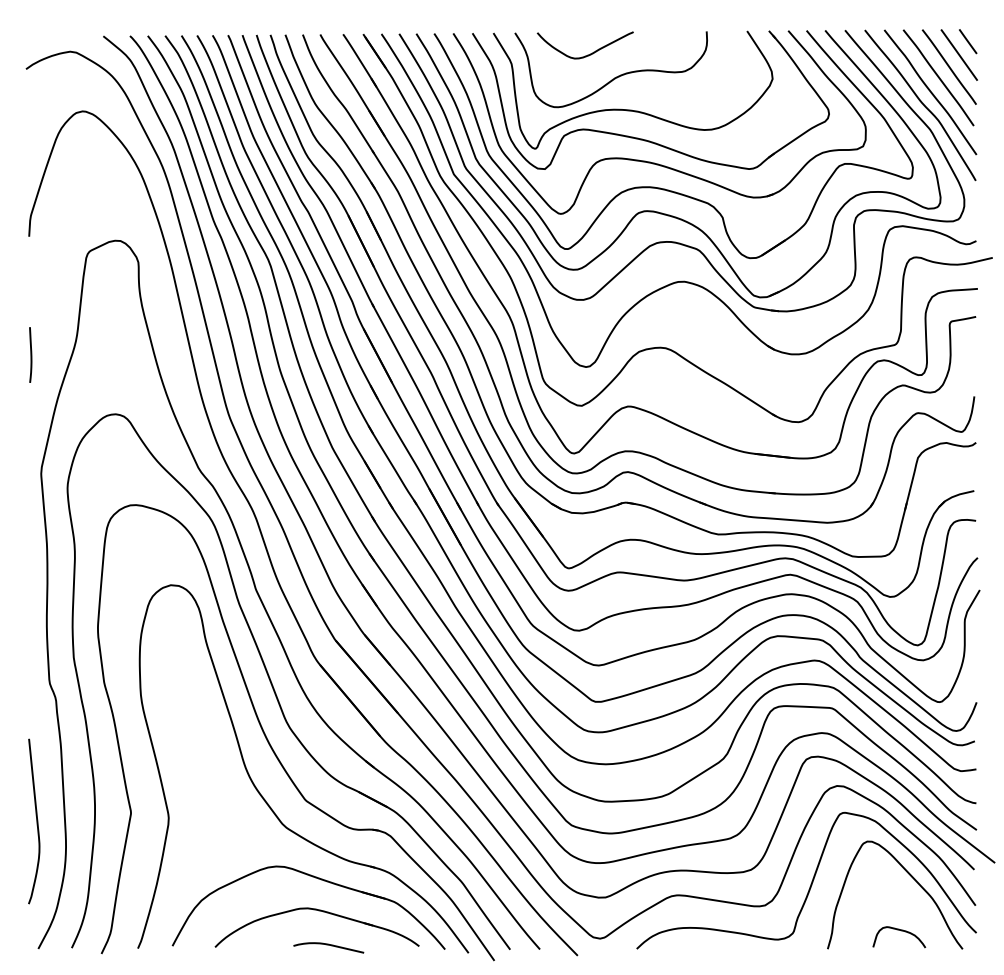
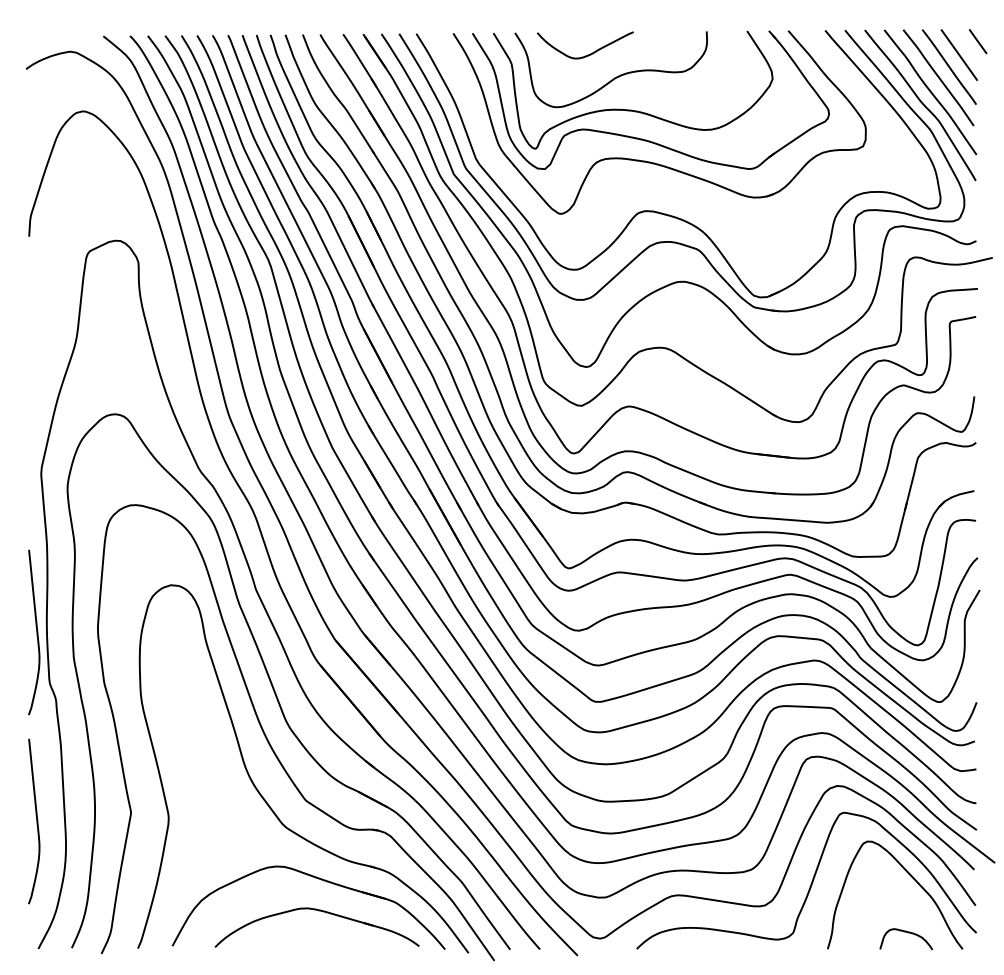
line at (968, 41) position: (968, 41) -> (978, 41)
part at (665, 188): present -> none
line at (30, 354): present -> none
curve at (36, 632): none -> present
curve at (901, 931) position: (901, 931) -> (908, 933)
curve at (328, 945): present -> none
